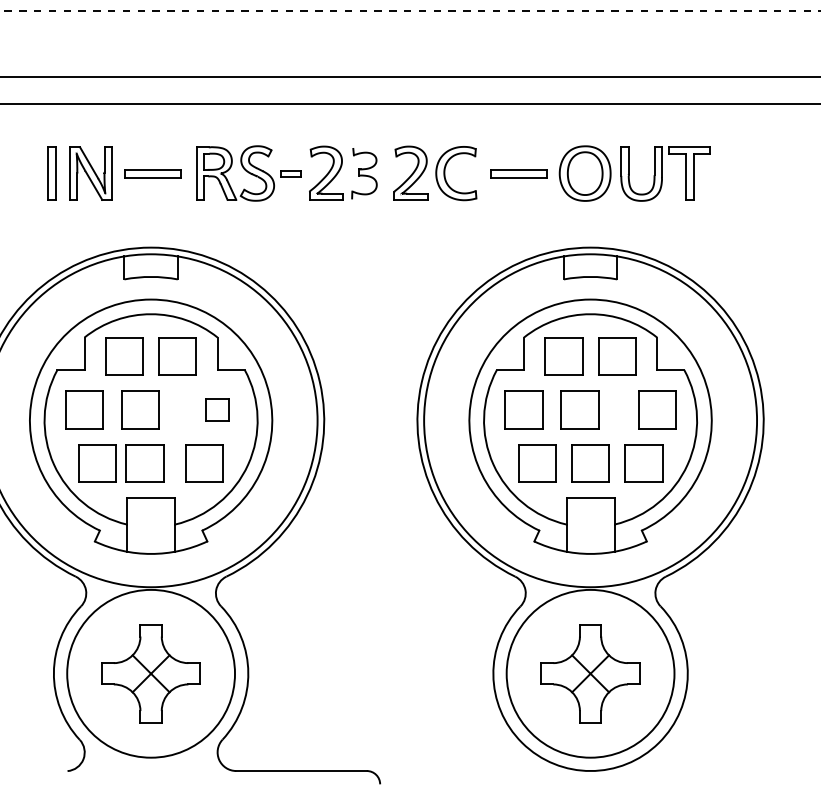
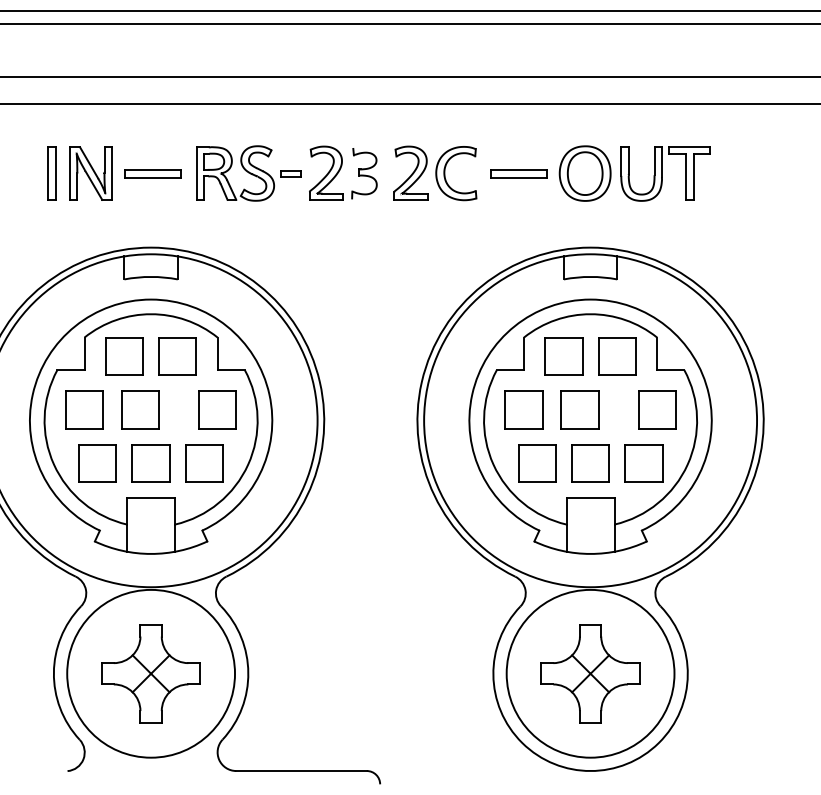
line at (411, 10): dashed -> solid
line at (409, 23): none -> present
part at (217, 409) size: 25x24 px -> 39x40 px
part at (144, 463) position: (144, 463) -> (150, 463)
